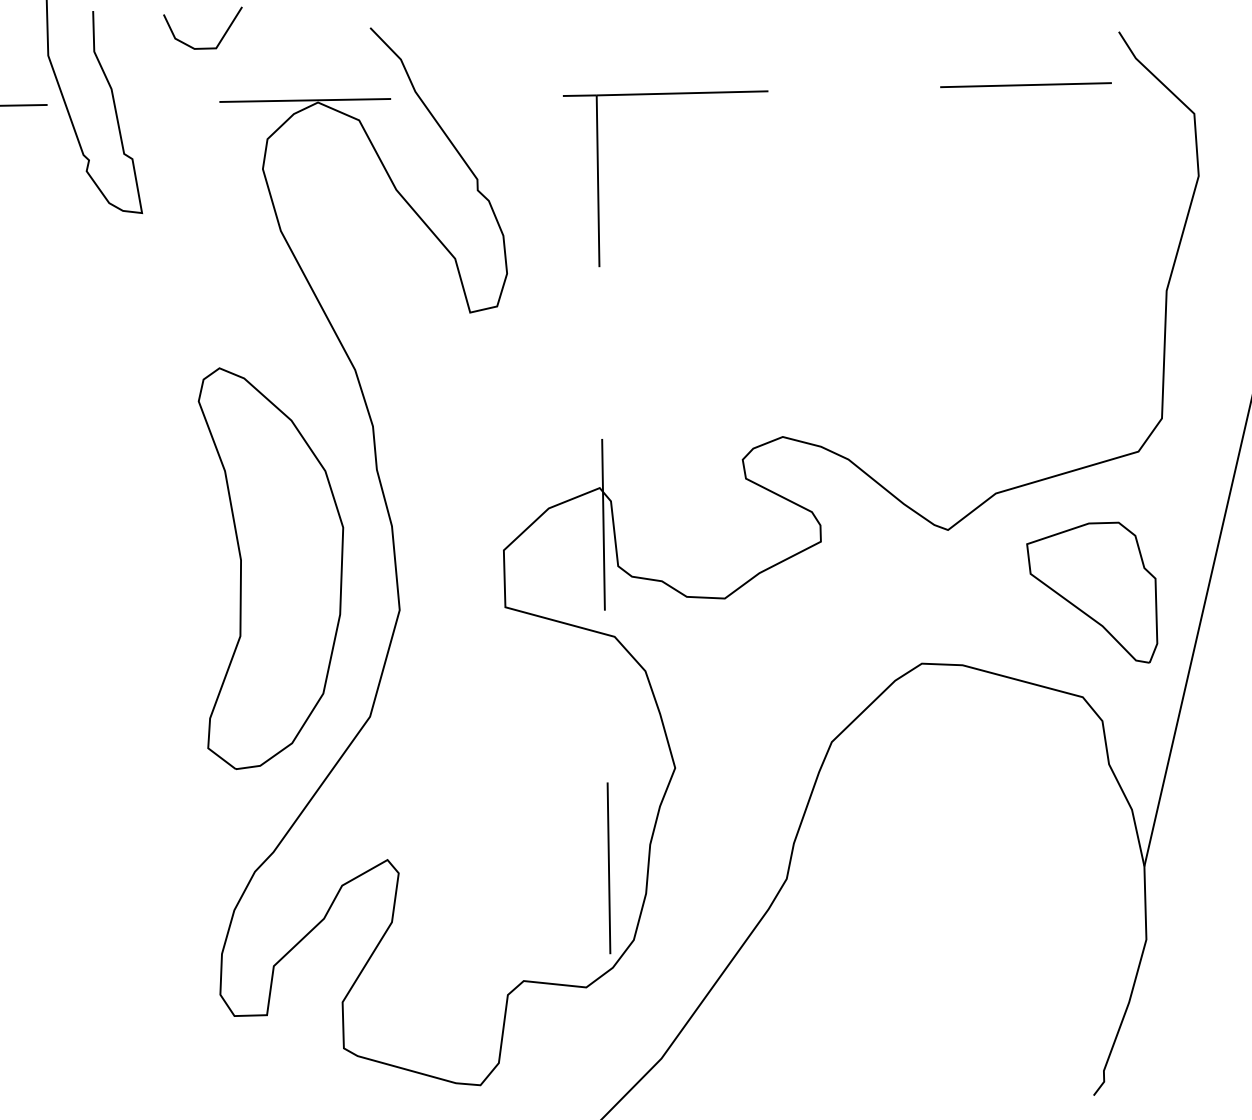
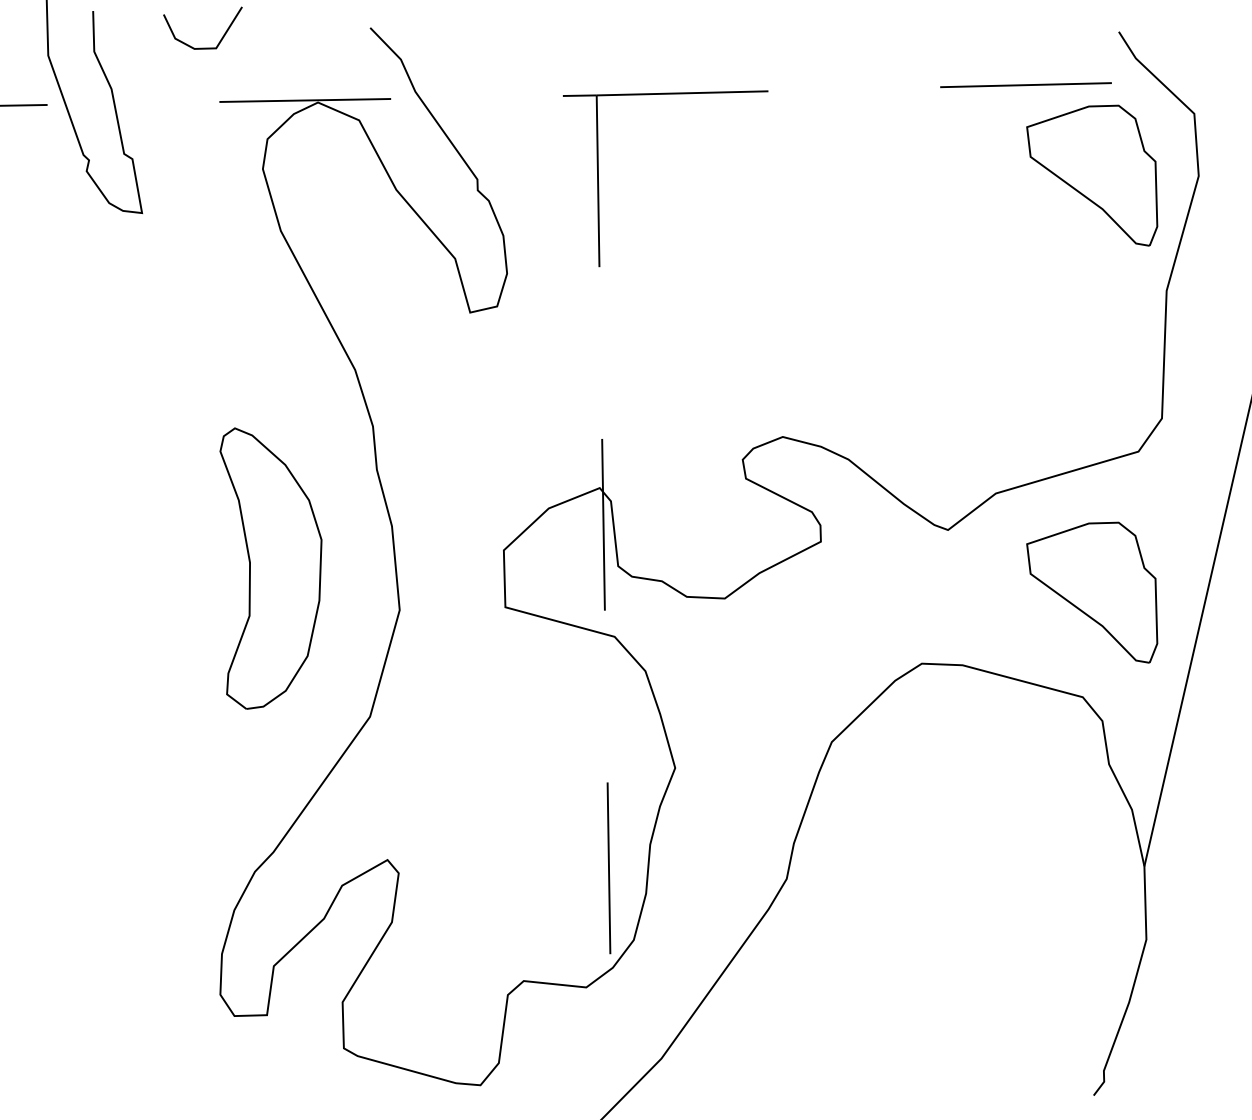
part at (1092, 175): none -> present
part at (270, 568) size: 148x403 px -> 104x283 px
